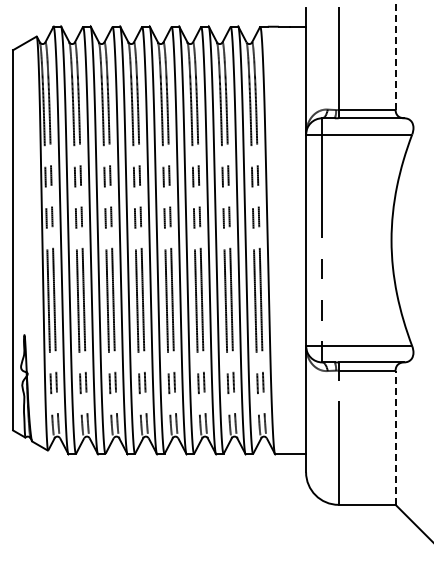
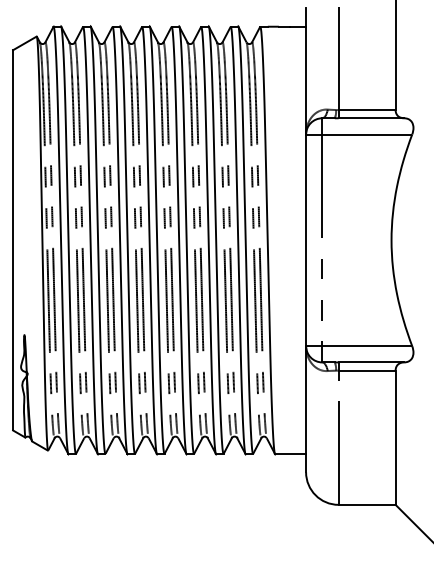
line at (395, 55): dashed -> solid
line at (395, 437): dashed -> solid
